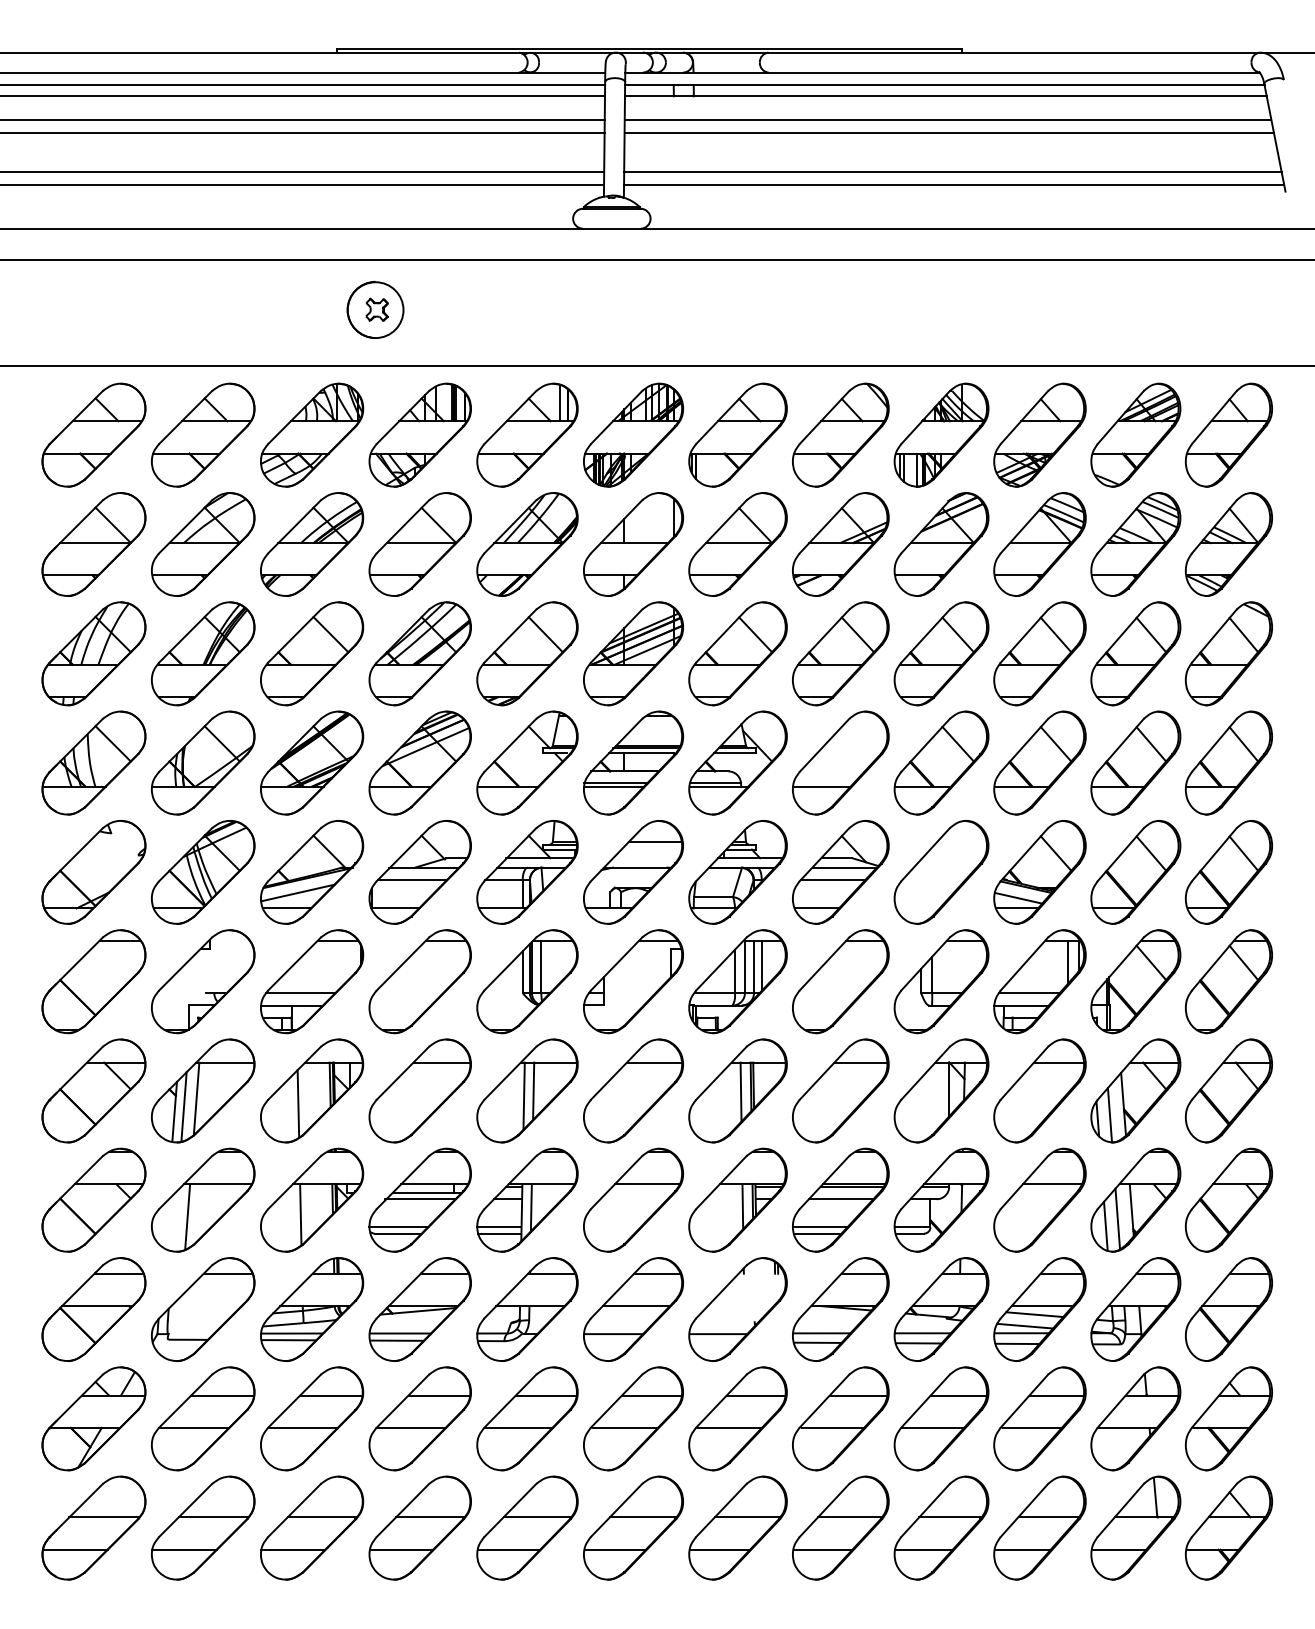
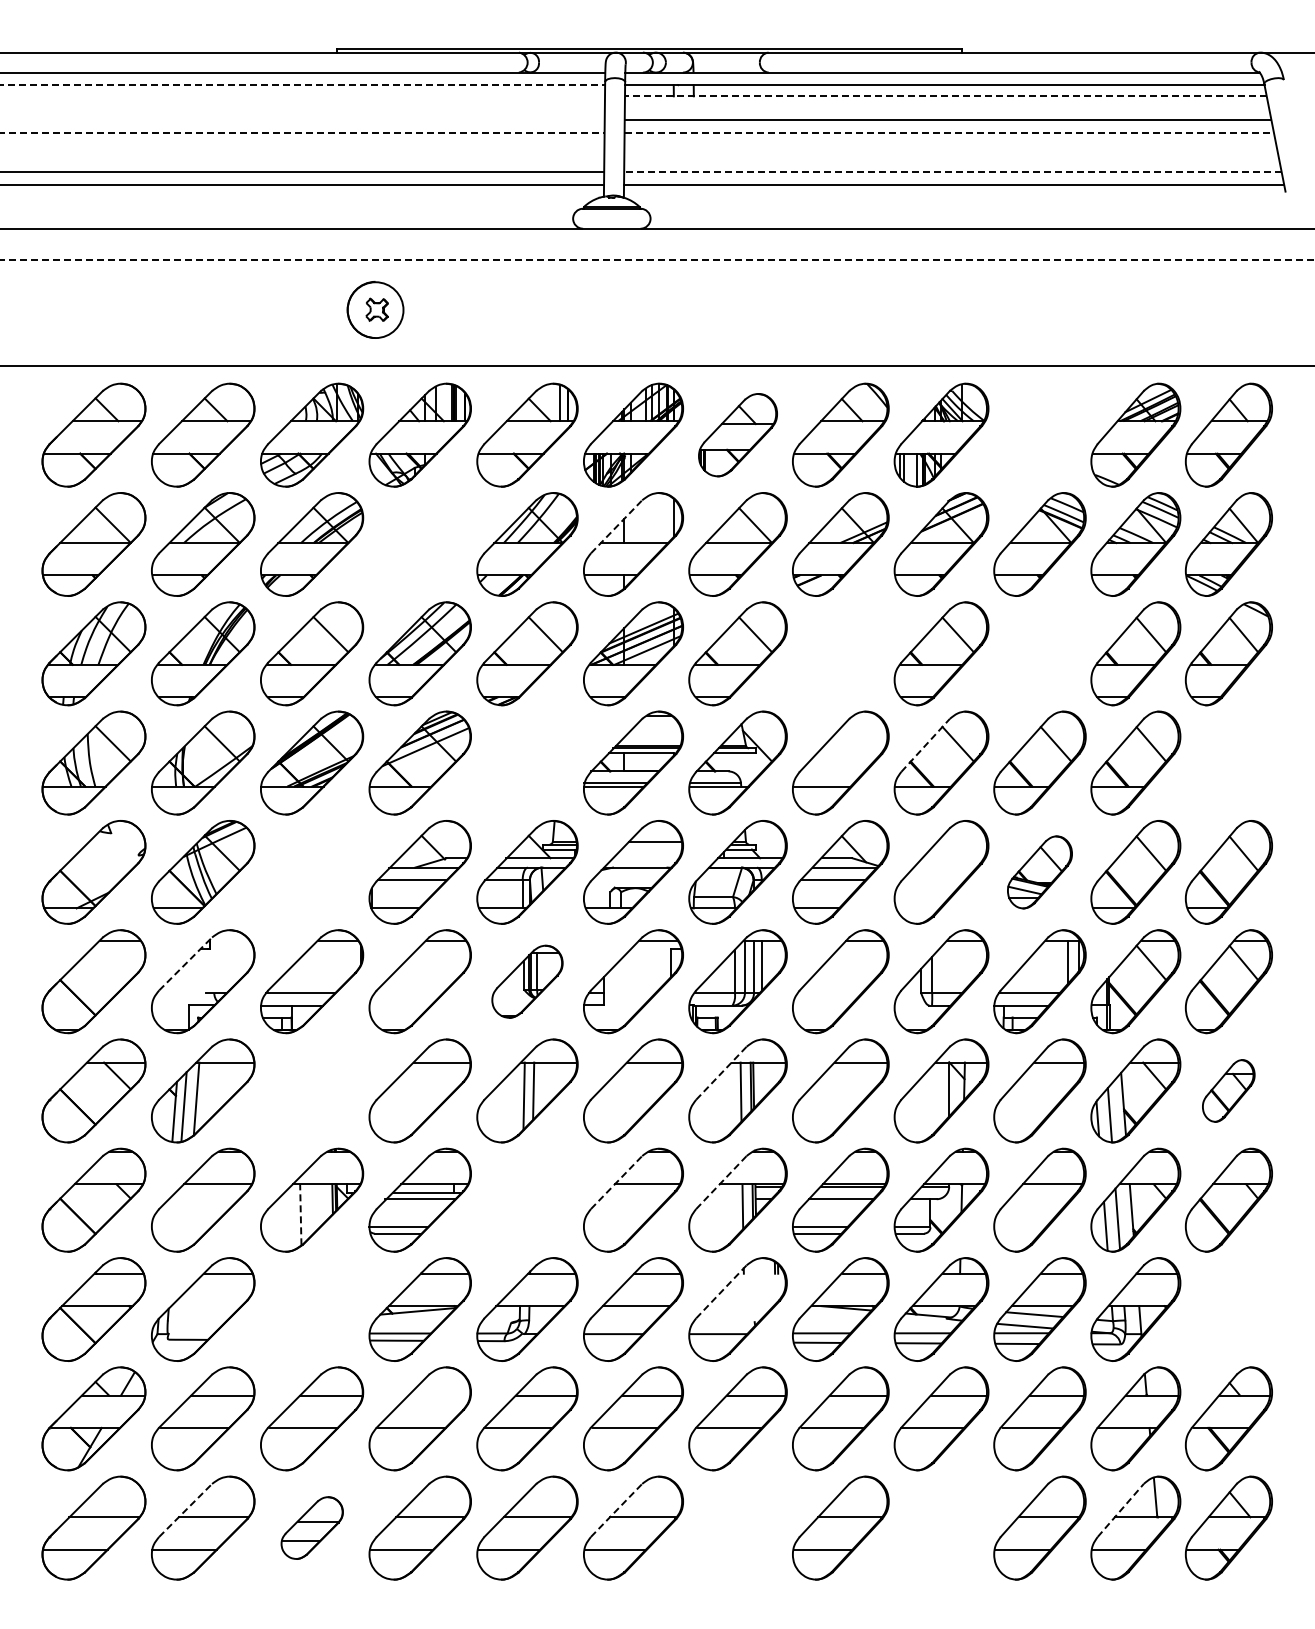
line at (303, 85): solid -> dashed
line at (303, 96): present -> none
line at (945, 96): solid -> dashed
line at (303, 120): present -> none
line at (302, 132): solid -> dashed
line at (949, 132): solid -> dashed
line at (952, 172): solid -> dashed
line at (657, 259): solid -> dashed
part at (737, 434) size: 100x106 px -> 80x85 px
part at (1039, 434): present -> none
line at (616, 526): solid -> dashed
part at (419, 544): present -> none
part at (840, 653): present -> none
part at (1039, 653): present -> none
line at (925, 745): solid -> dashed
part at (527, 762): present -> none
part at (1228, 762): present -> none
part at (312, 872): present -> none
part at (1039, 872) size: 94x105 px -> 66x75 px
line at (186, 963): solid -> dashed
part at (527, 981) size: 103x106 px -> 73x75 px
line at (721, 1073): solid -> dashed
part at (312, 1090): present -> none
part at (1228, 1090) size: 89x106 px -> 54x64 px
line at (616, 1182): solid -> dashed
line at (721, 1182): solid -> dashed
part at (527, 1199): present -> none
line at (300, 1214): solid -> dashed
line at (187, 1216): present -> none
line at (721, 1291): solid -> dashed
part at (312, 1309): present -> none
part at (1228, 1309): present -> none
line at (439, 1395): present -> none
line at (186, 1510): solid -> dashed
line at (616, 1510): solid -> dashed
line at (1121, 1510): solid -> dashed
part at (312, 1527) size: 105x106 px -> 64x64 px
part at (737, 1527): present -> none
part at (941, 1527): present -> none
